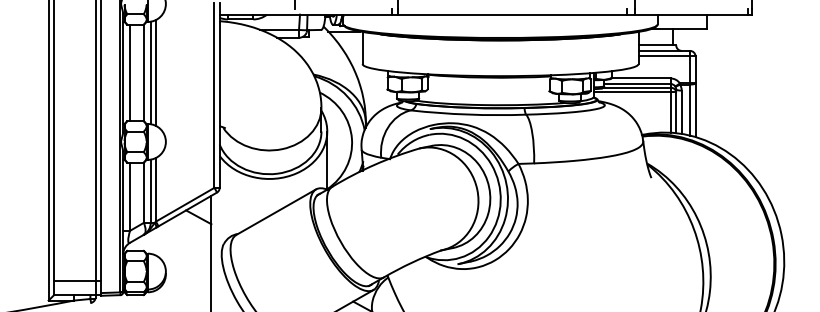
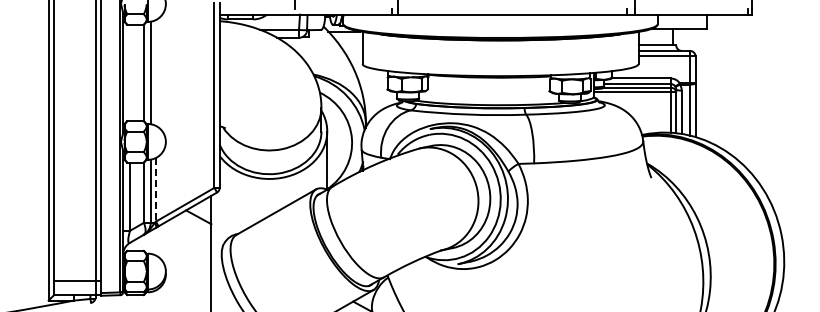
line at (130, 72): present -> none
line at (155, 72): present -> none
line at (155, 189): solid -> dashed
